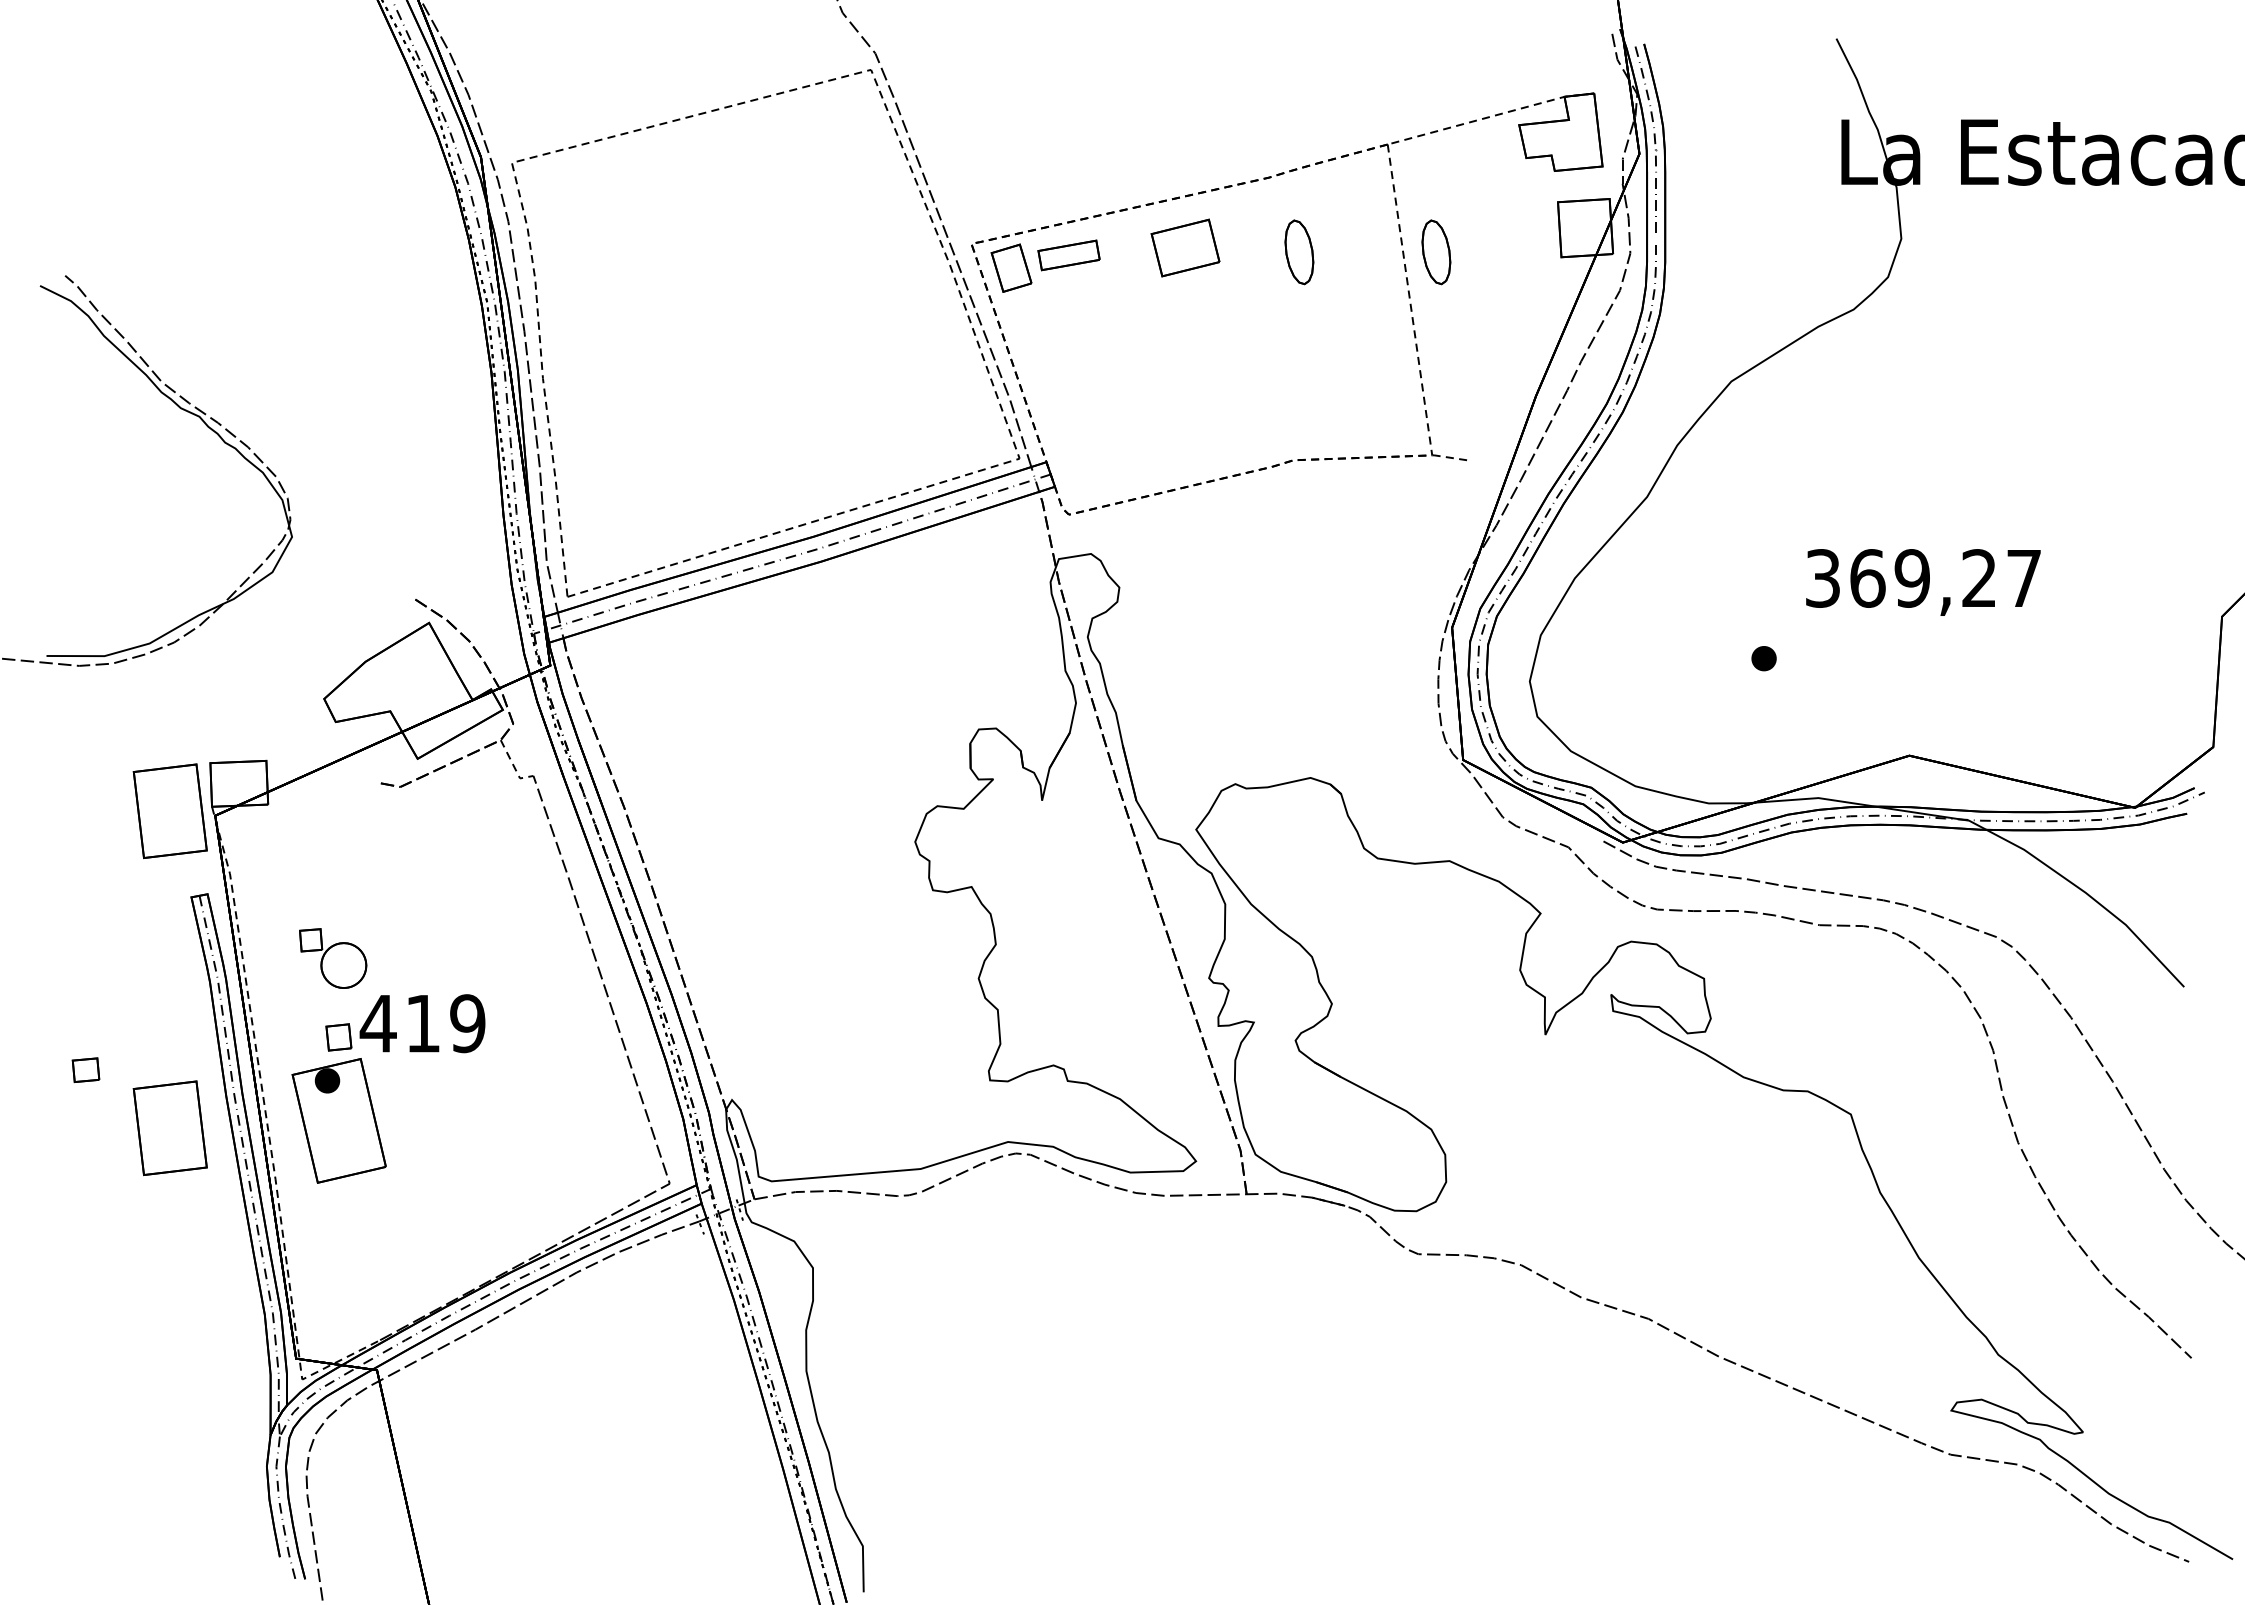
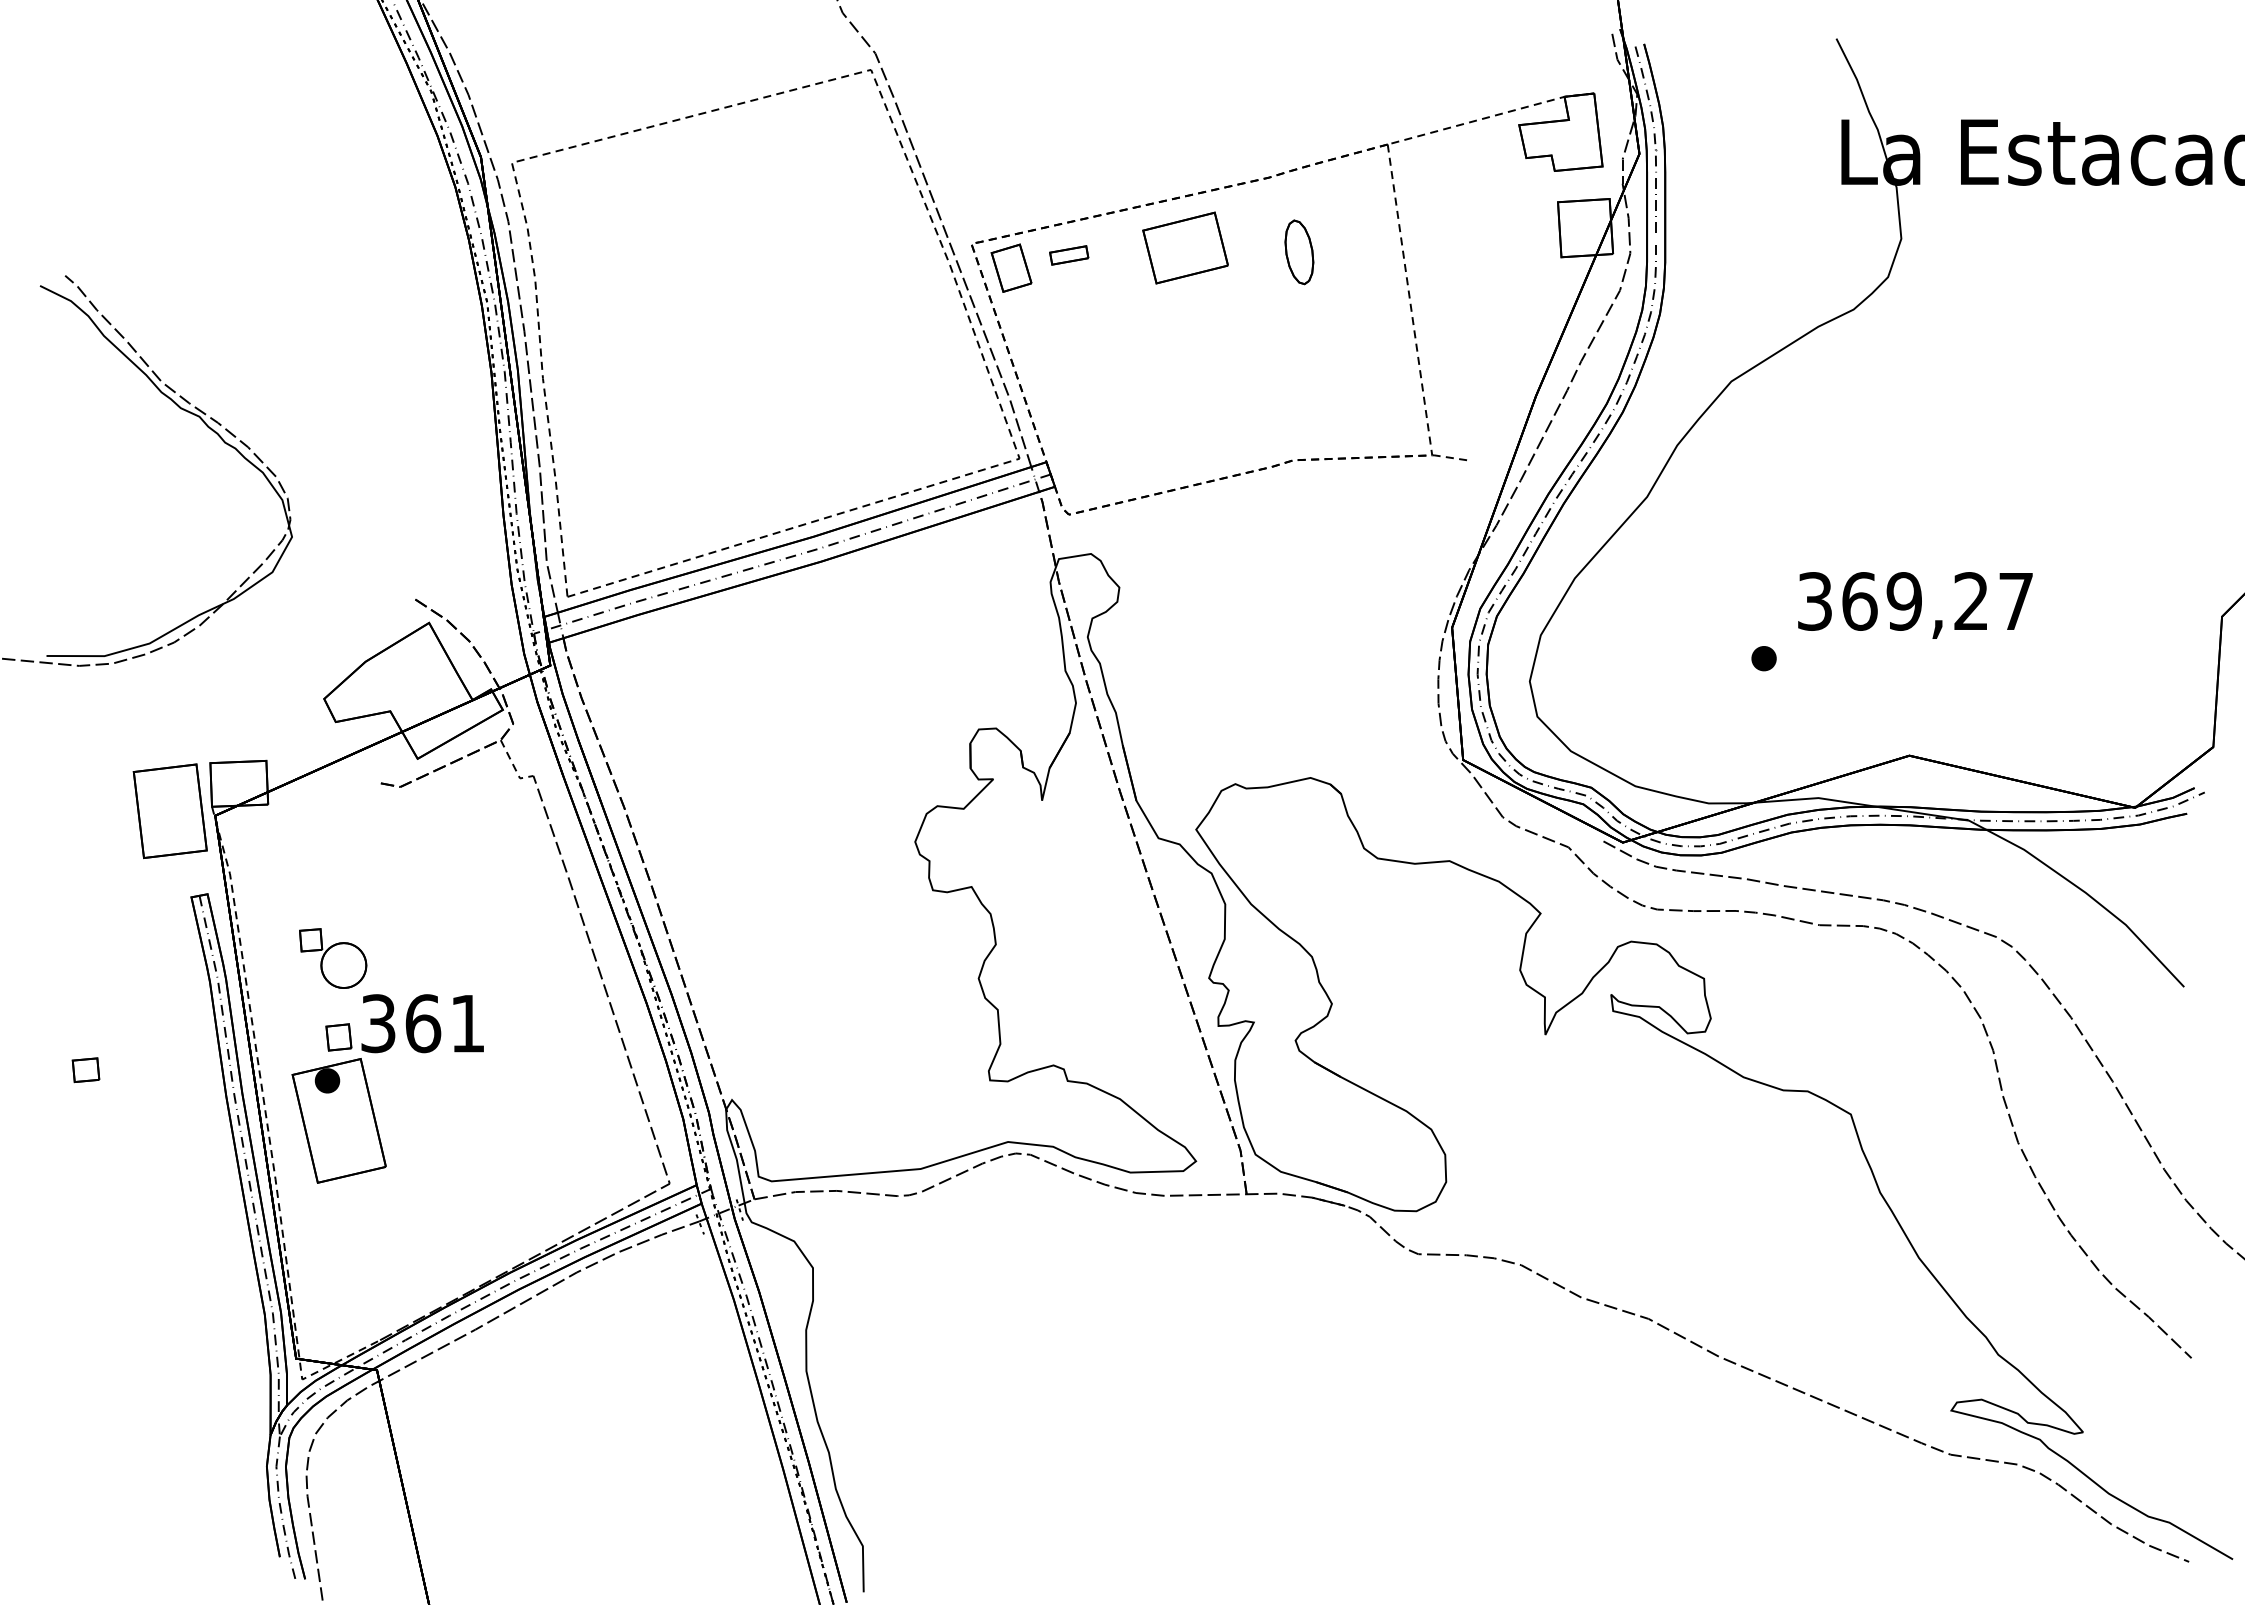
part at (1185, 247) size: 71x60 px -> 87x74 px
part at (1436, 252): present -> none
part at (1068, 255) size: 64x33 px -> 41x21 px
text at (1923, 582) position: (1923, 582) -> (1915, 605)
text at (422, 1023): 419 -> 361
part at (169, 1127): present -> none
